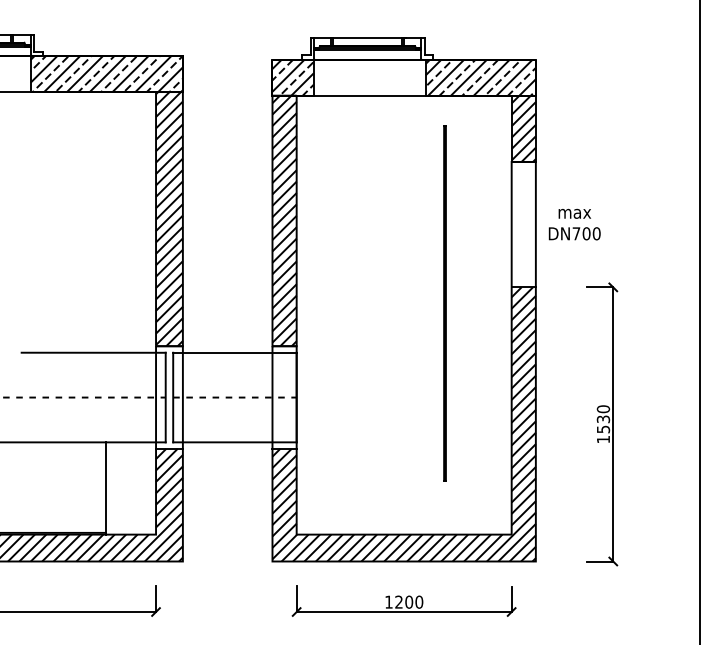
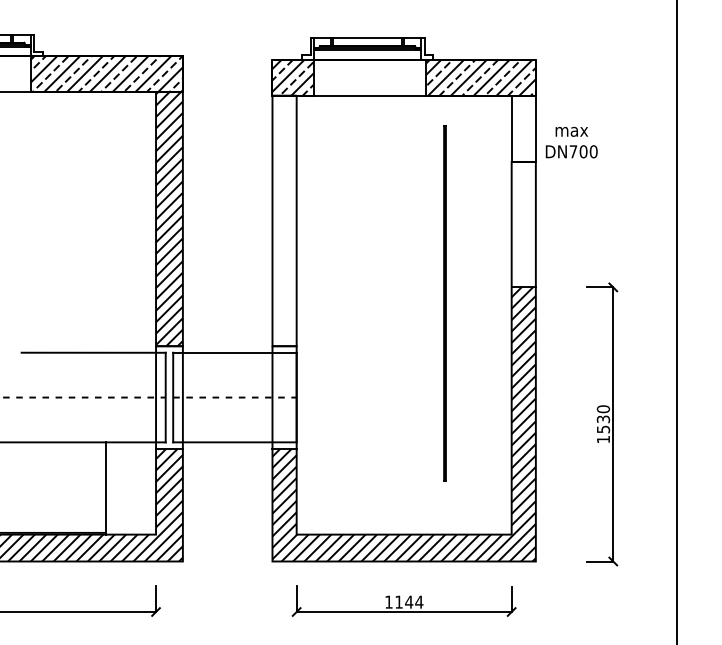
hatch at (523, 128): present -> none
hatch at (284, 220): present -> none
text at (574, 224) position: (574, 224) -> (571, 142)
line at (700, 321) position: (700, 321) -> (677, 321)
text at (409, 601): 1200 -> 1144
